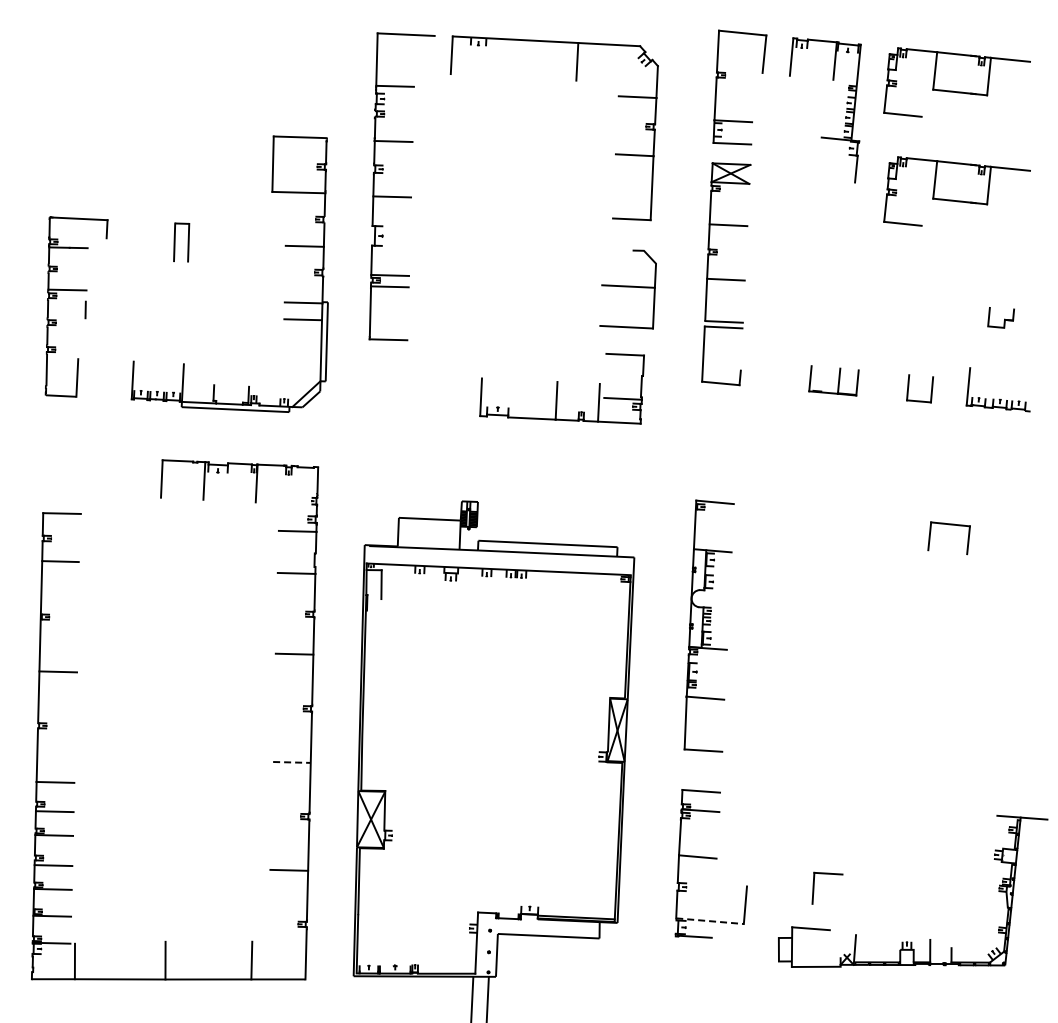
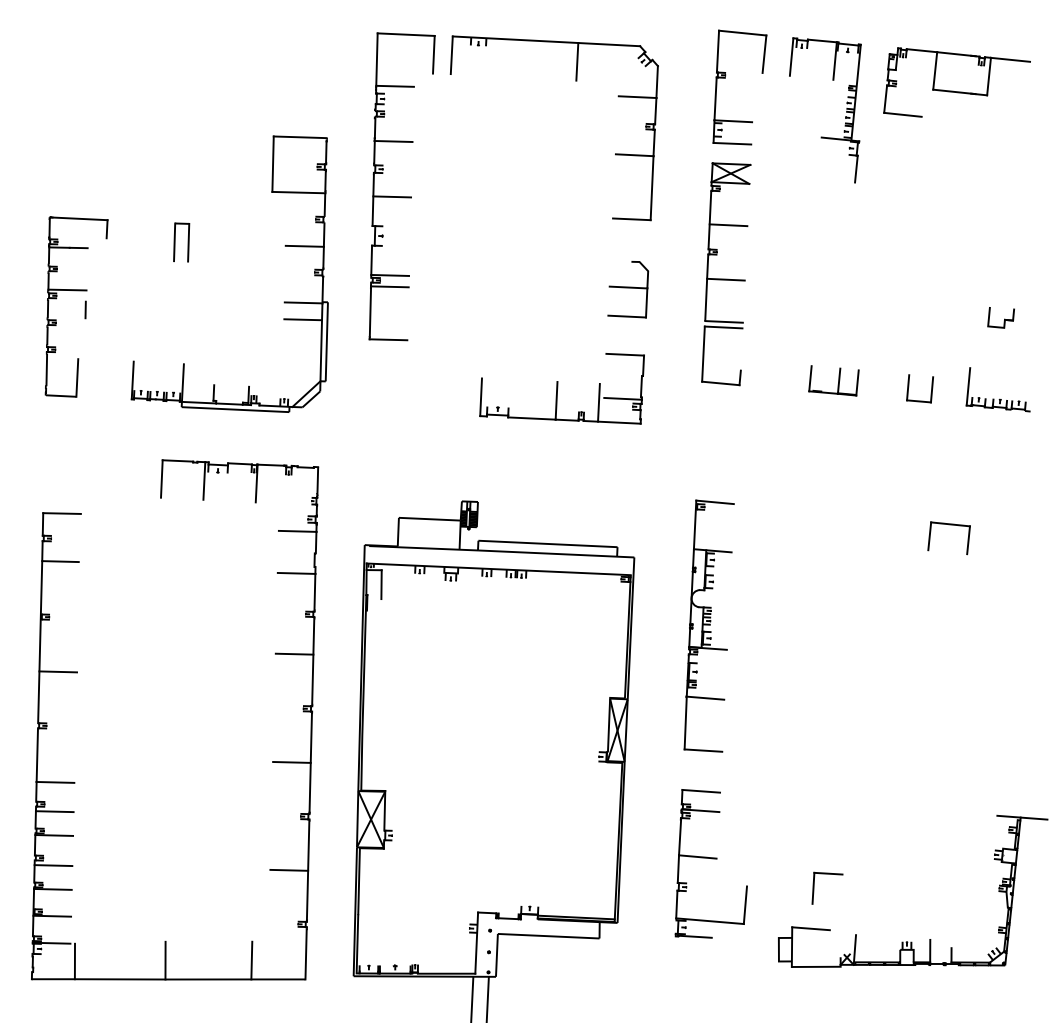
line at (433, 54): none -> present
part at (956, 191): present -> none
part at (627, 289) size: 58x81 px -> 43x58 px
line at (291, 762): dashed -> solid
line at (710, 921): dashed -> solid
